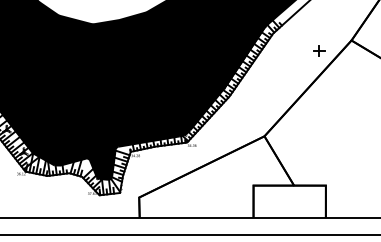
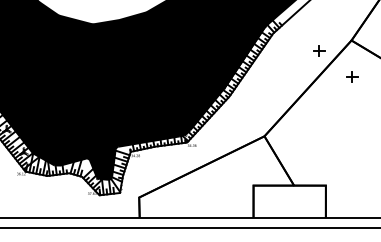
part at (352, 76): none -> present
line at (189, 234) position: (189, 234) -> (189, 227)
